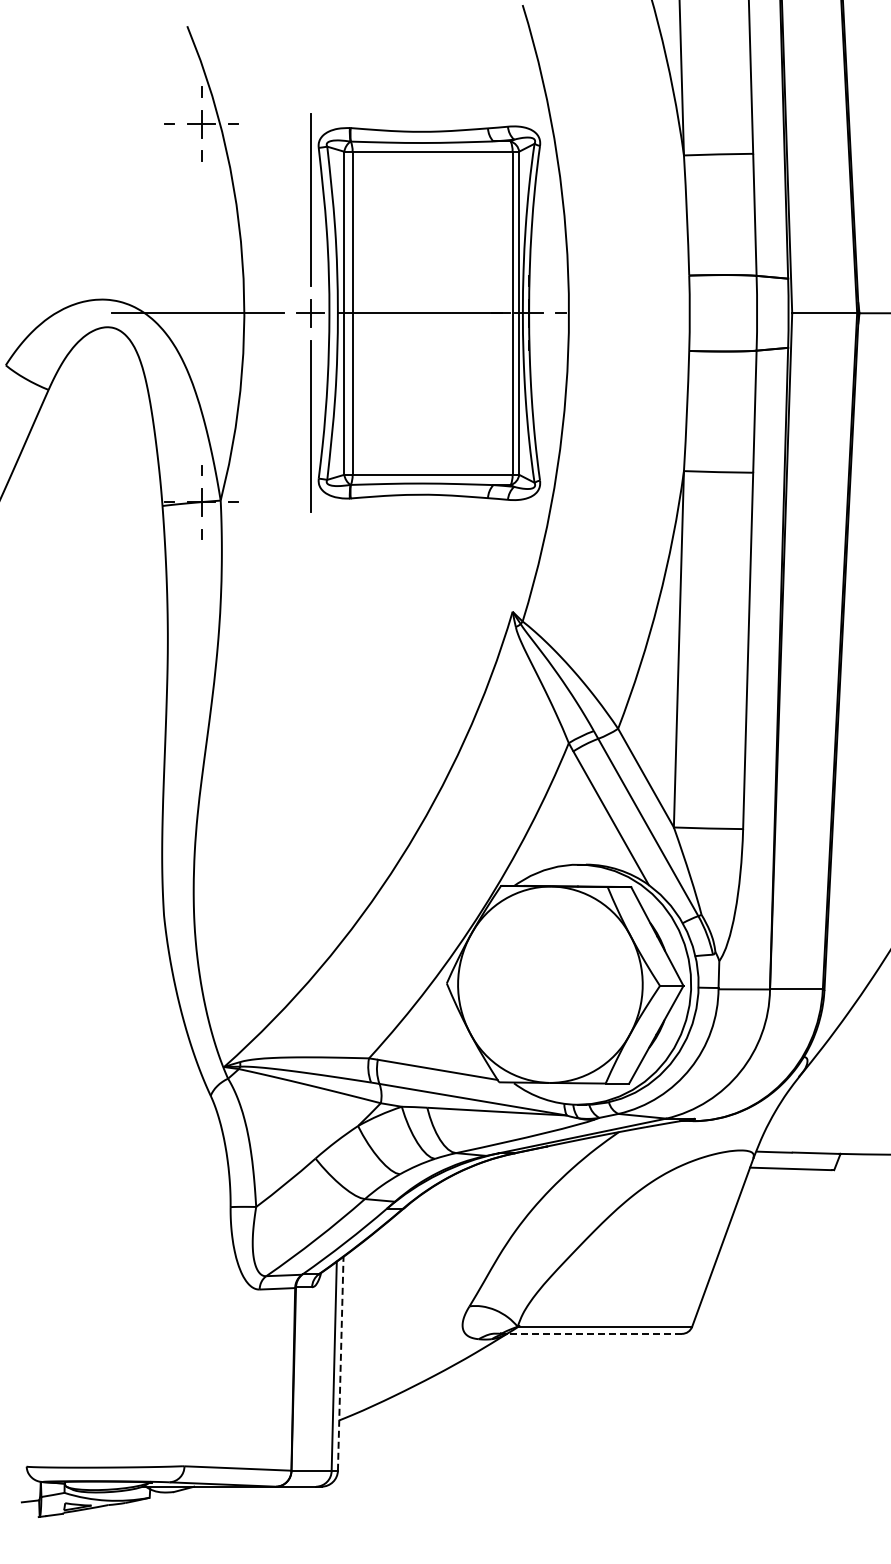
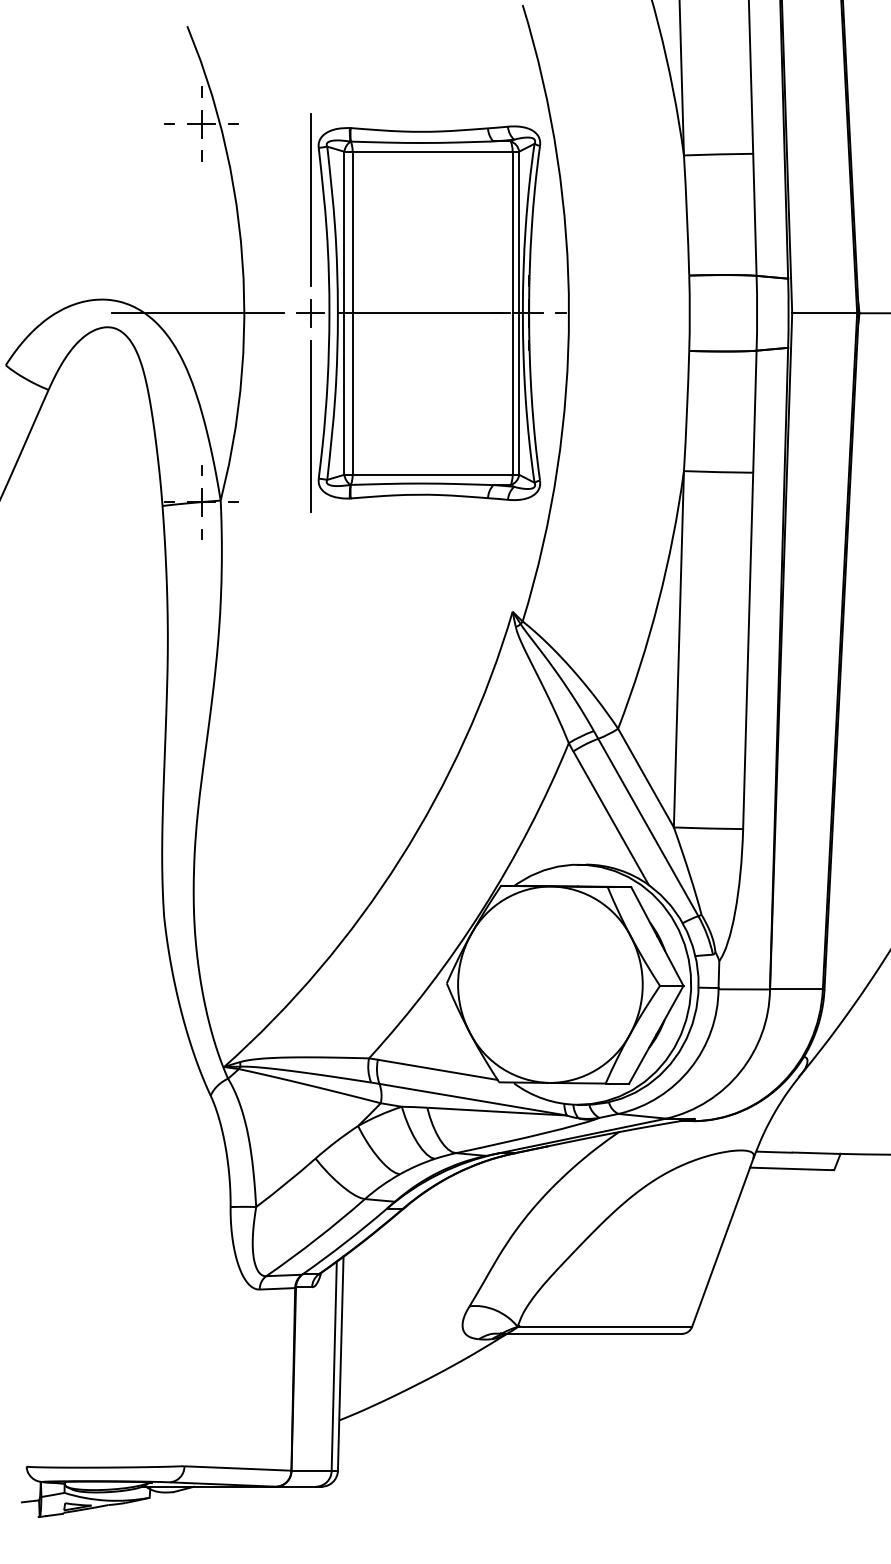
line at (594, 1333): dashed -> solid
line at (340, 1363): dashed -> solid
